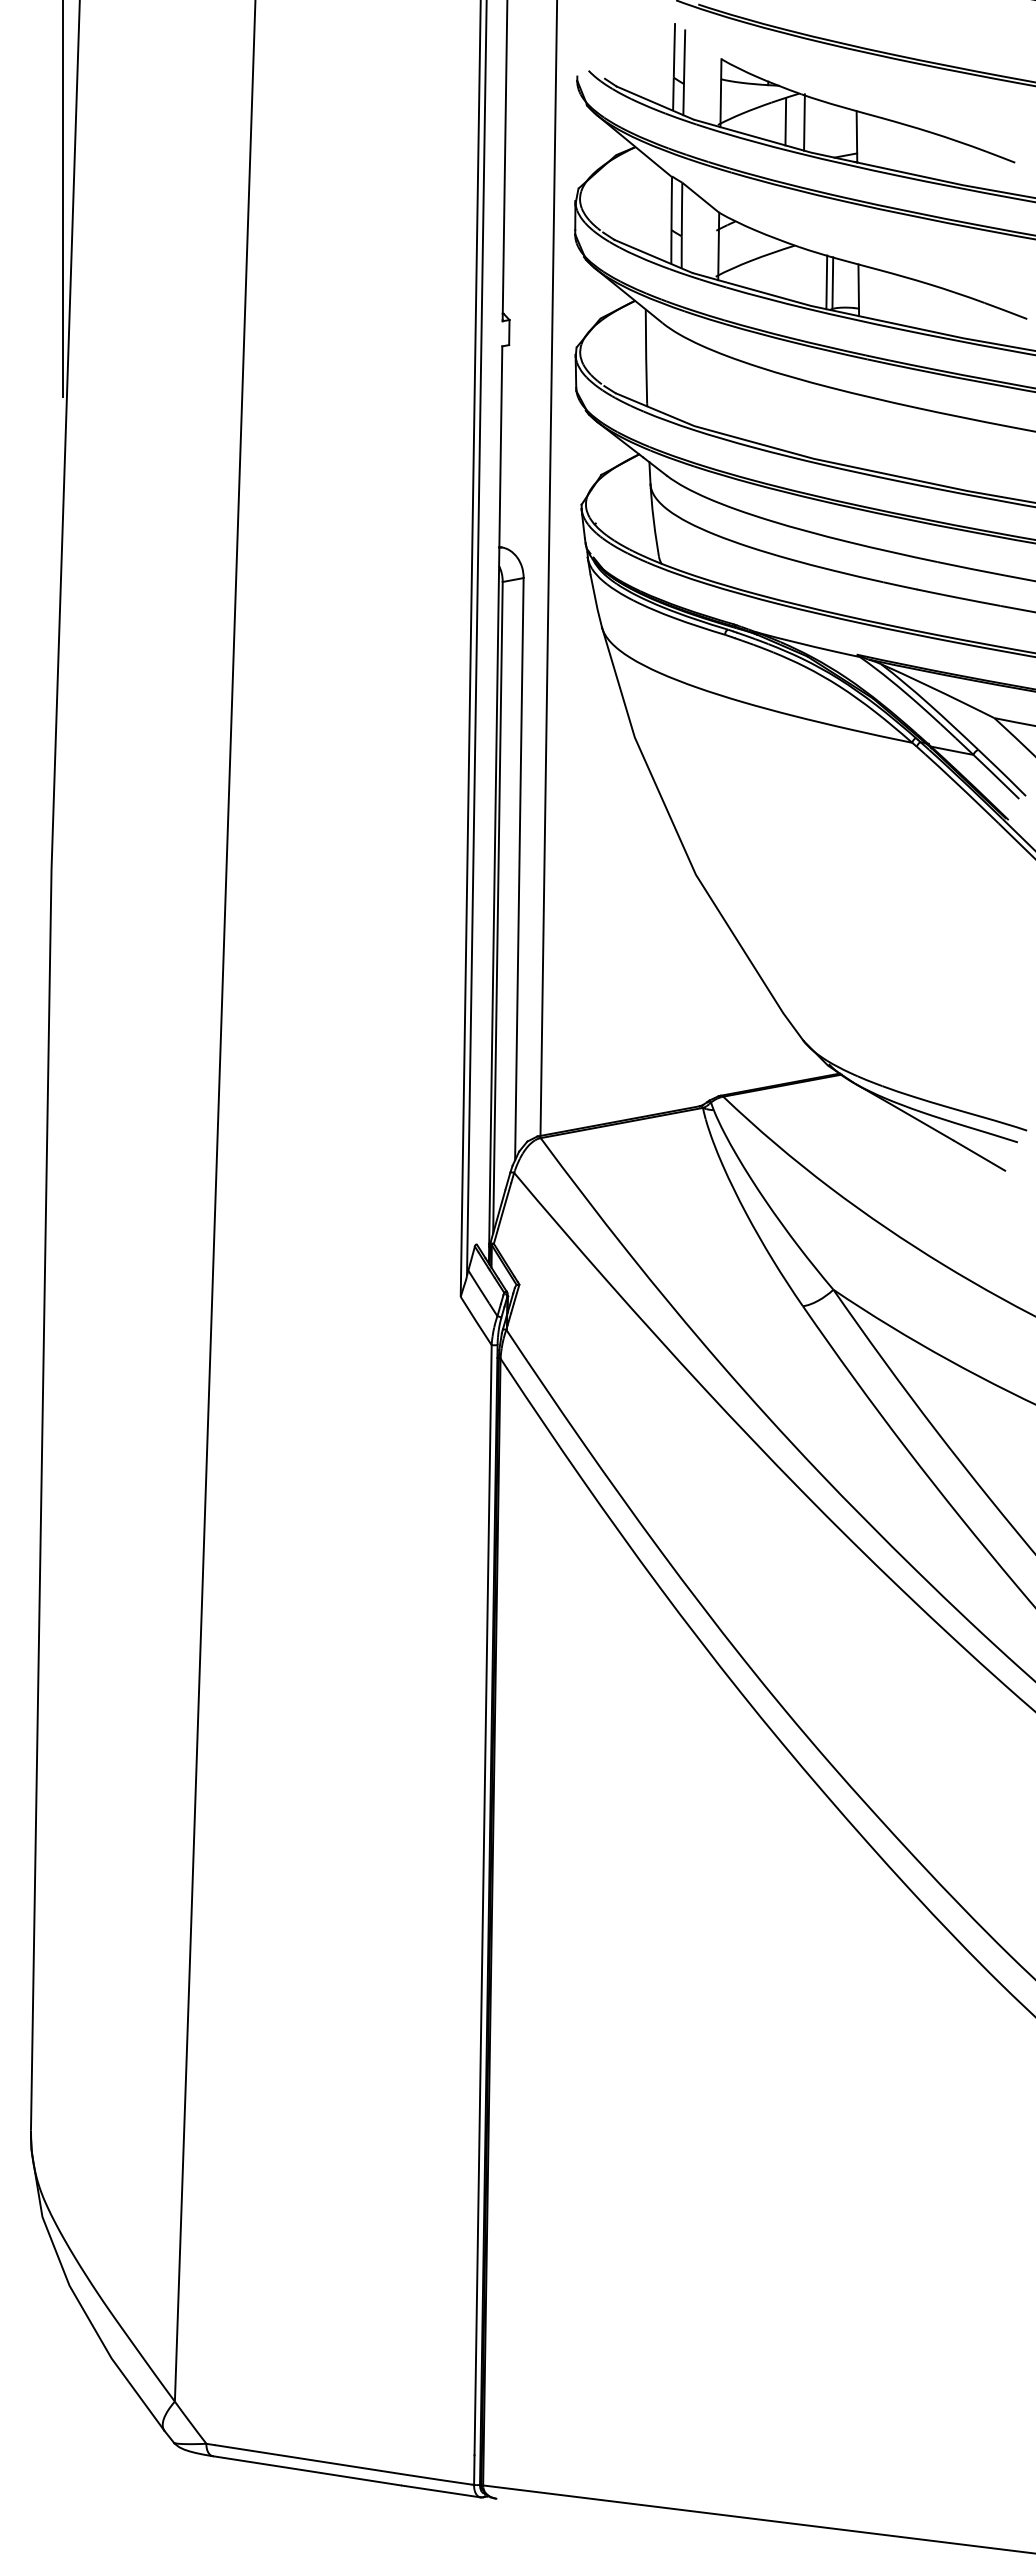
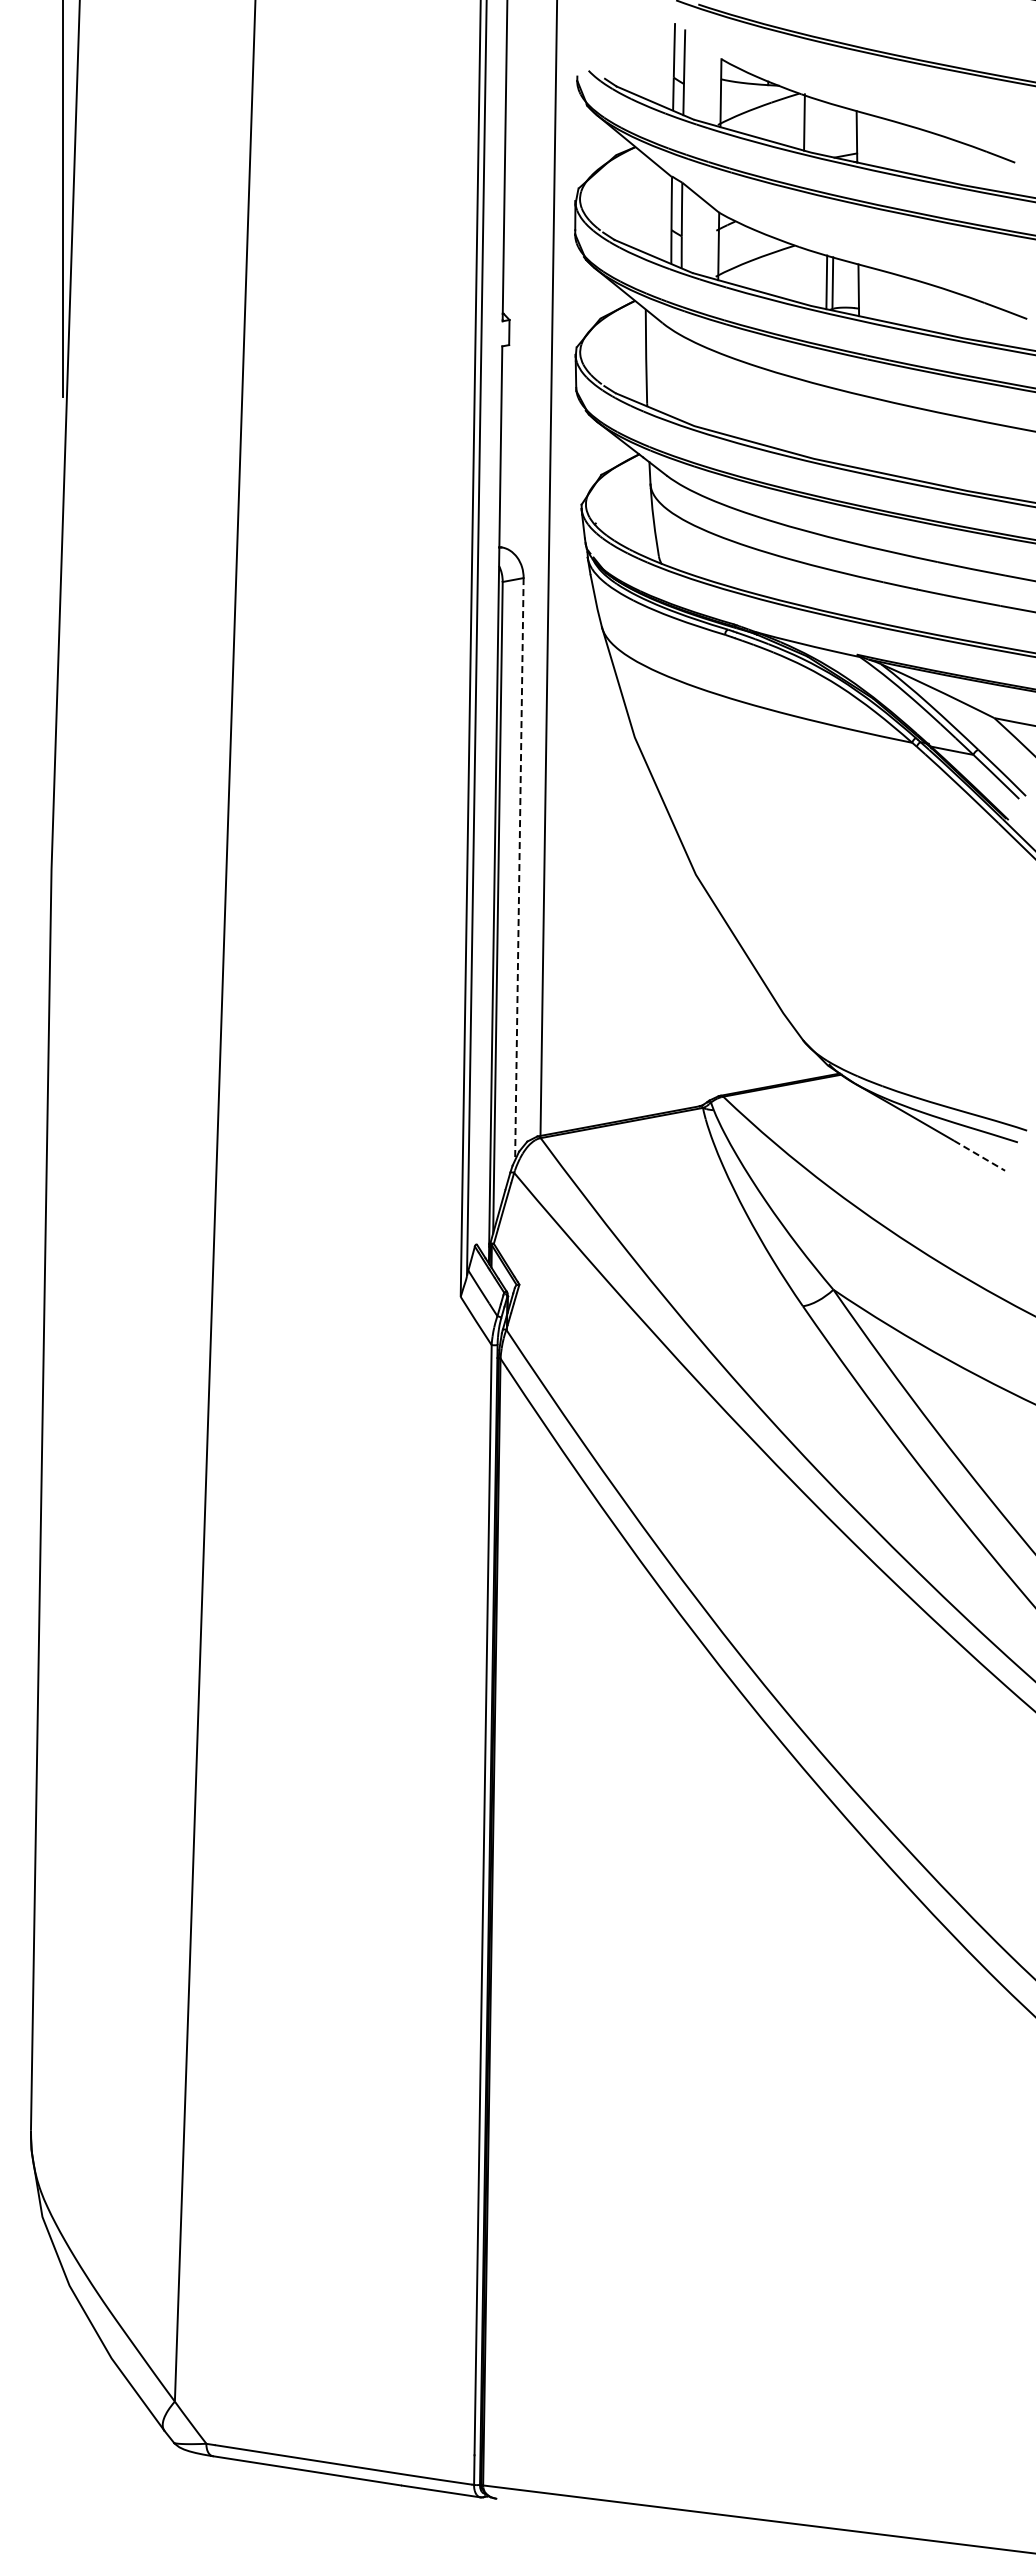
line at (785, 121): present -> none
line at (519, 869): solid -> dashed
line at (979, 1155): solid -> dashed
